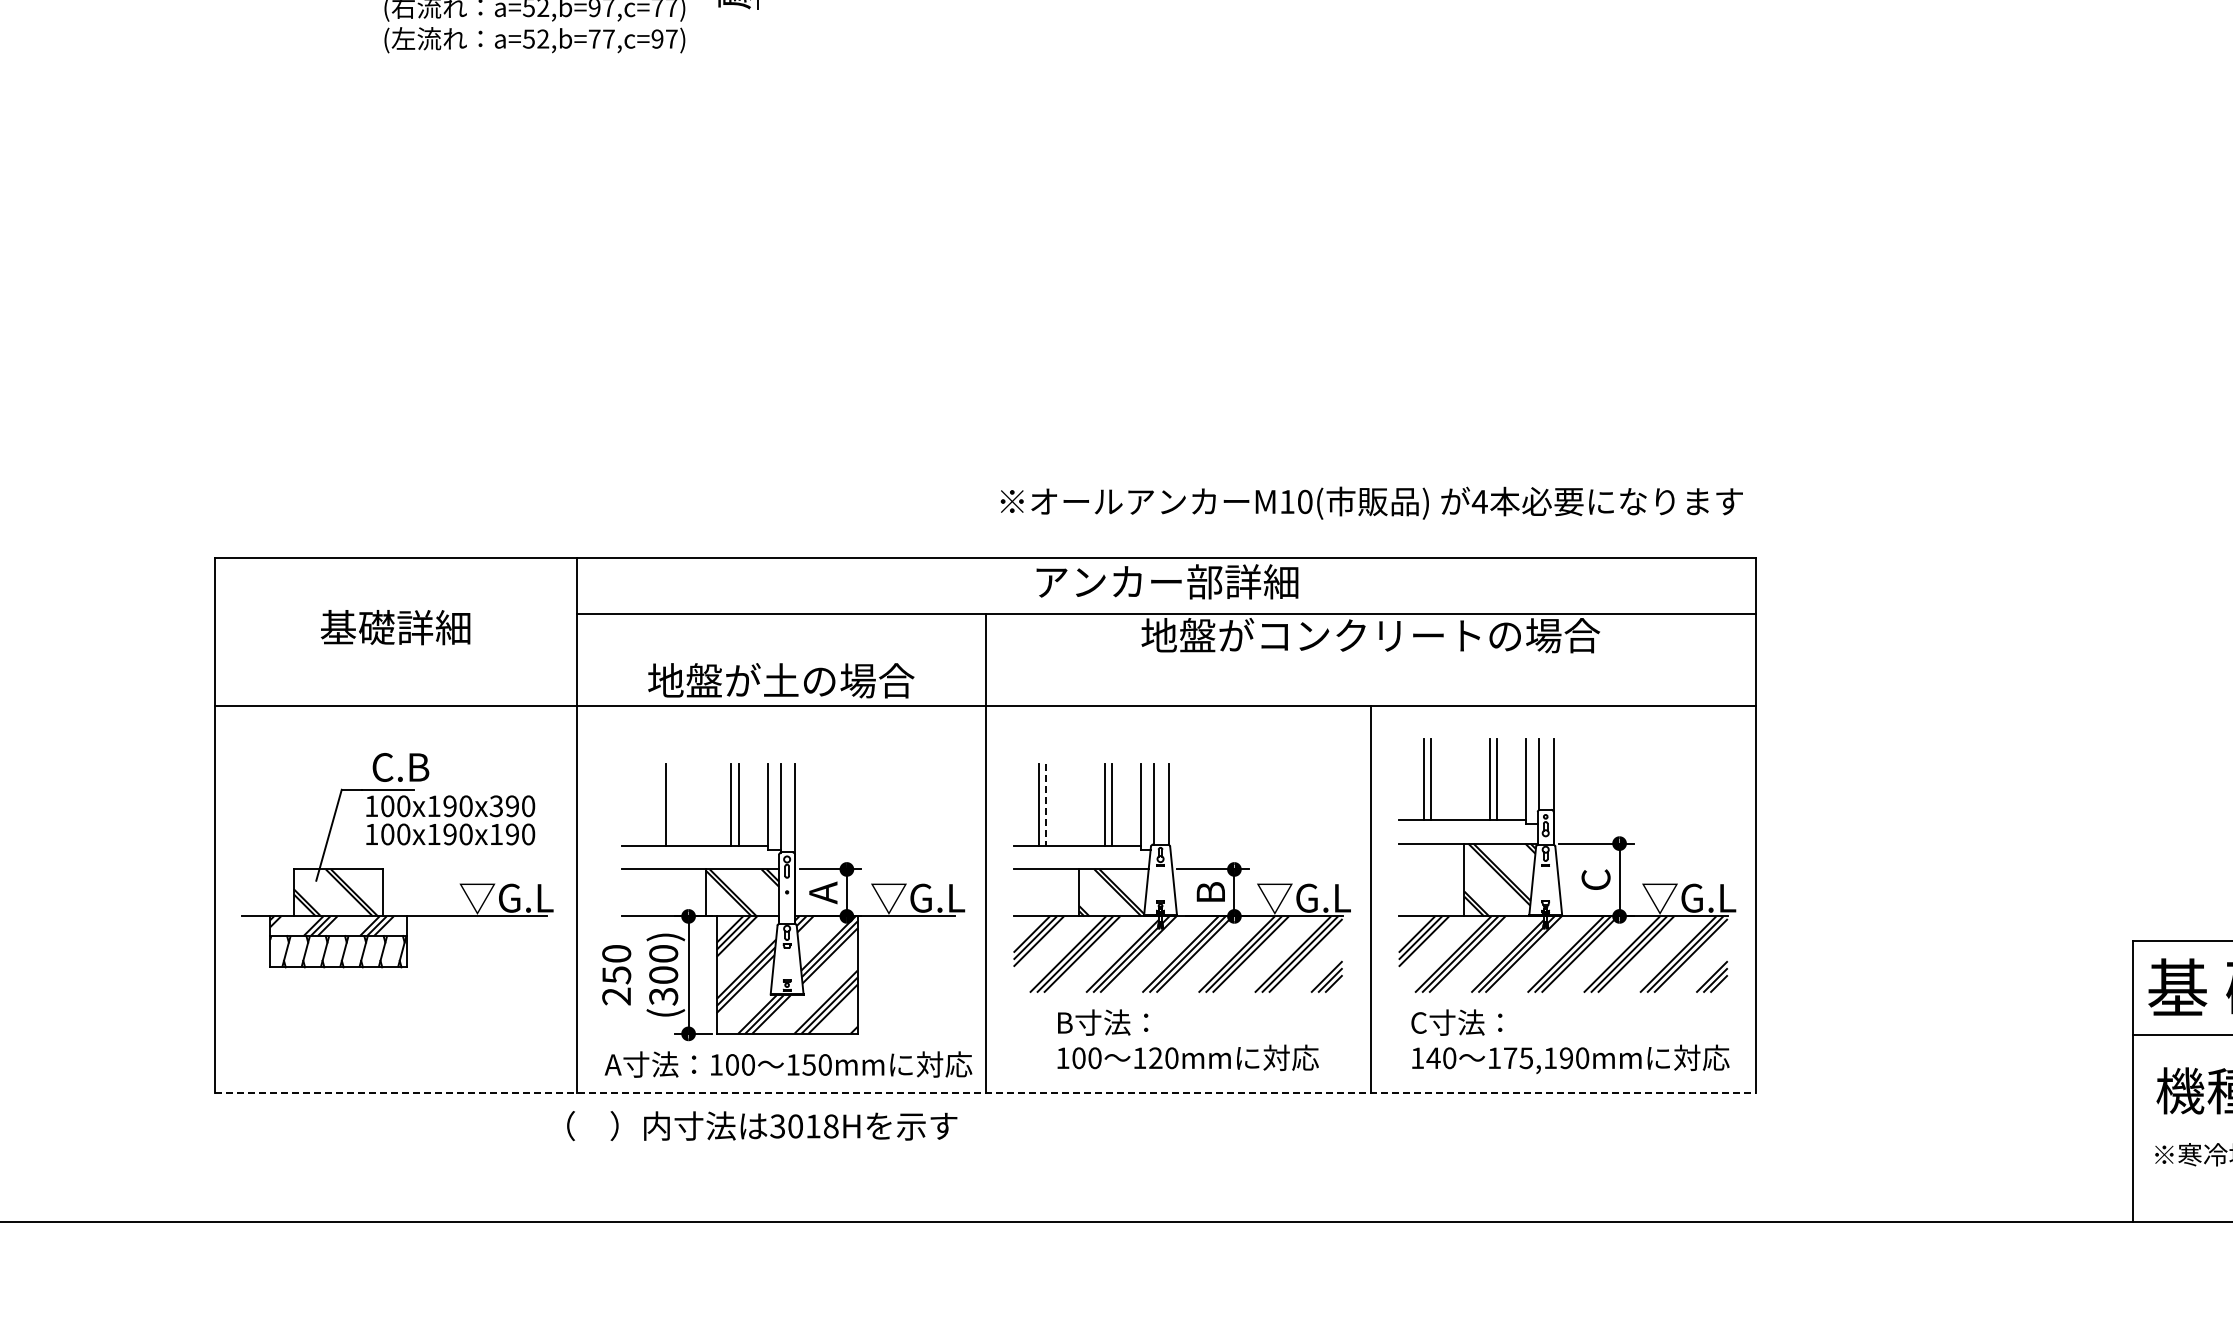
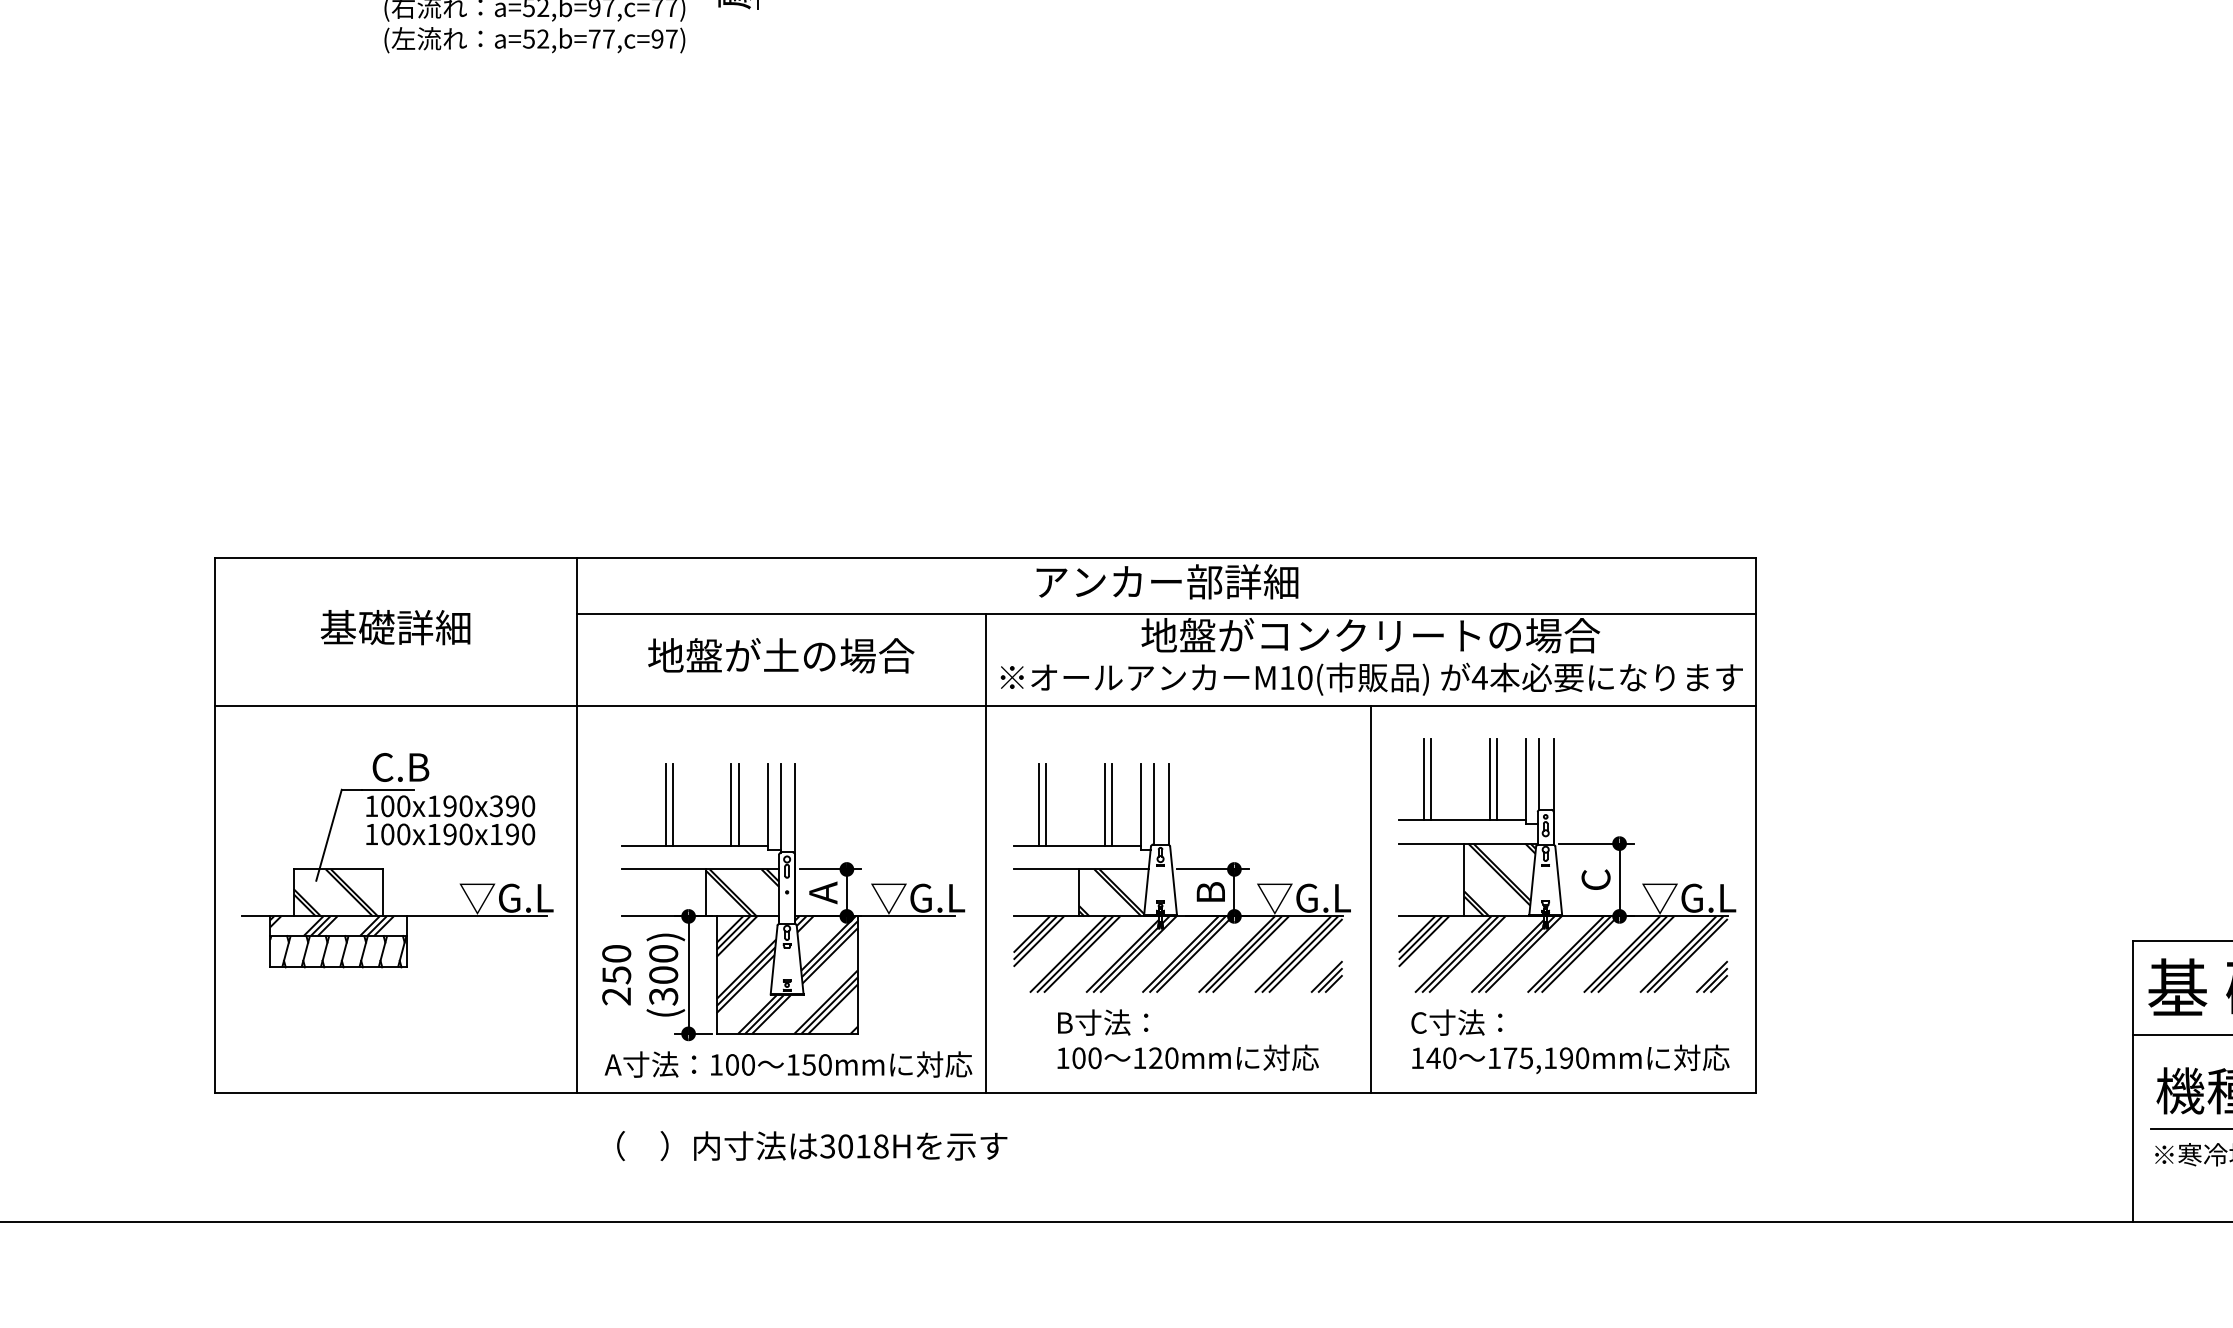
text at (1371, 502) position: (1371, 502) -> (1371, 678)
text at (781, 680) position: (781, 680) -> (781, 655)
line at (672, 804): none -> present
line at (1046, 805): dashed -> solid
line at (986, 1093): dashed -> solid
text at (762, 1126) position: (762, 1126) -> (812, 1146)
line at (2190, 1128): none -> present
